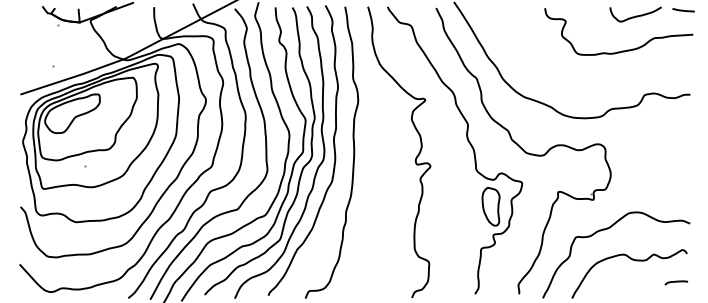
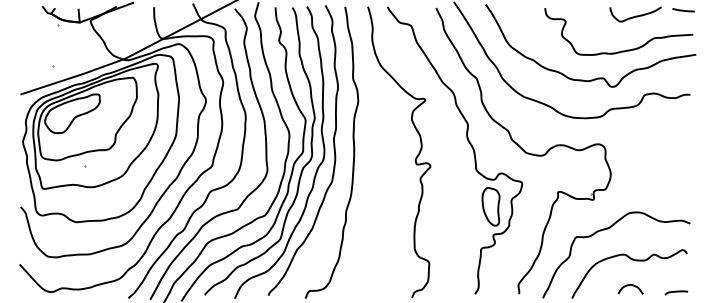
curve at (597, 77): none -> present
curve at (676, 282) position: (676, 282) -> (676, 292)
curve at (628, 286): none -> present
